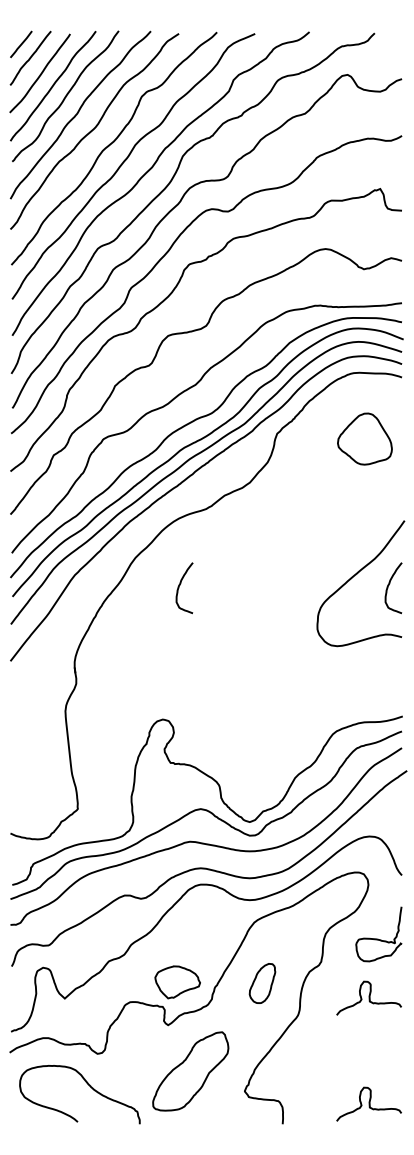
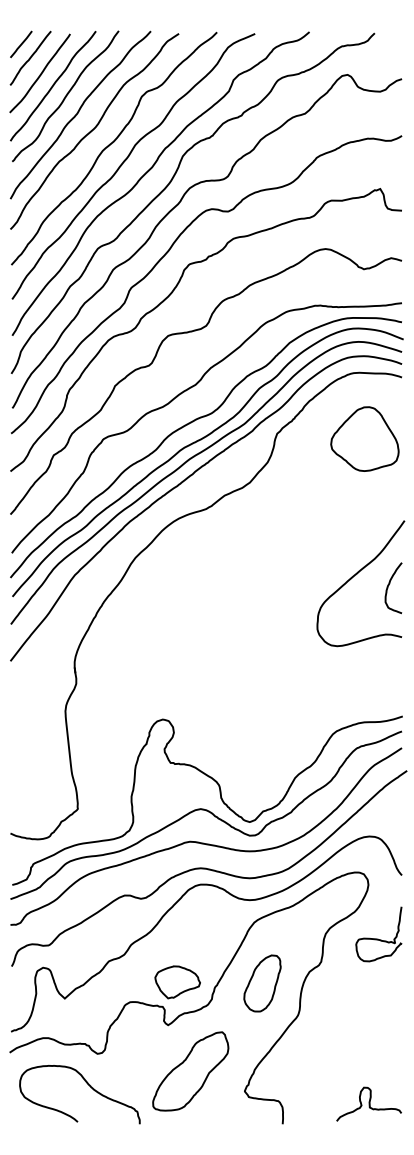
part at (364, 438) size: 56x54 px -> 70x66 px
curve at (180, 585): present -> none
part at (262, 983) size: 29x41 px -> 39x59 px
curve at (368, 997): present -> none
